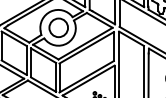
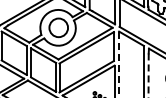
line at (119, 64): solid -> dashed
line at (148, 76): solid -> dashed
